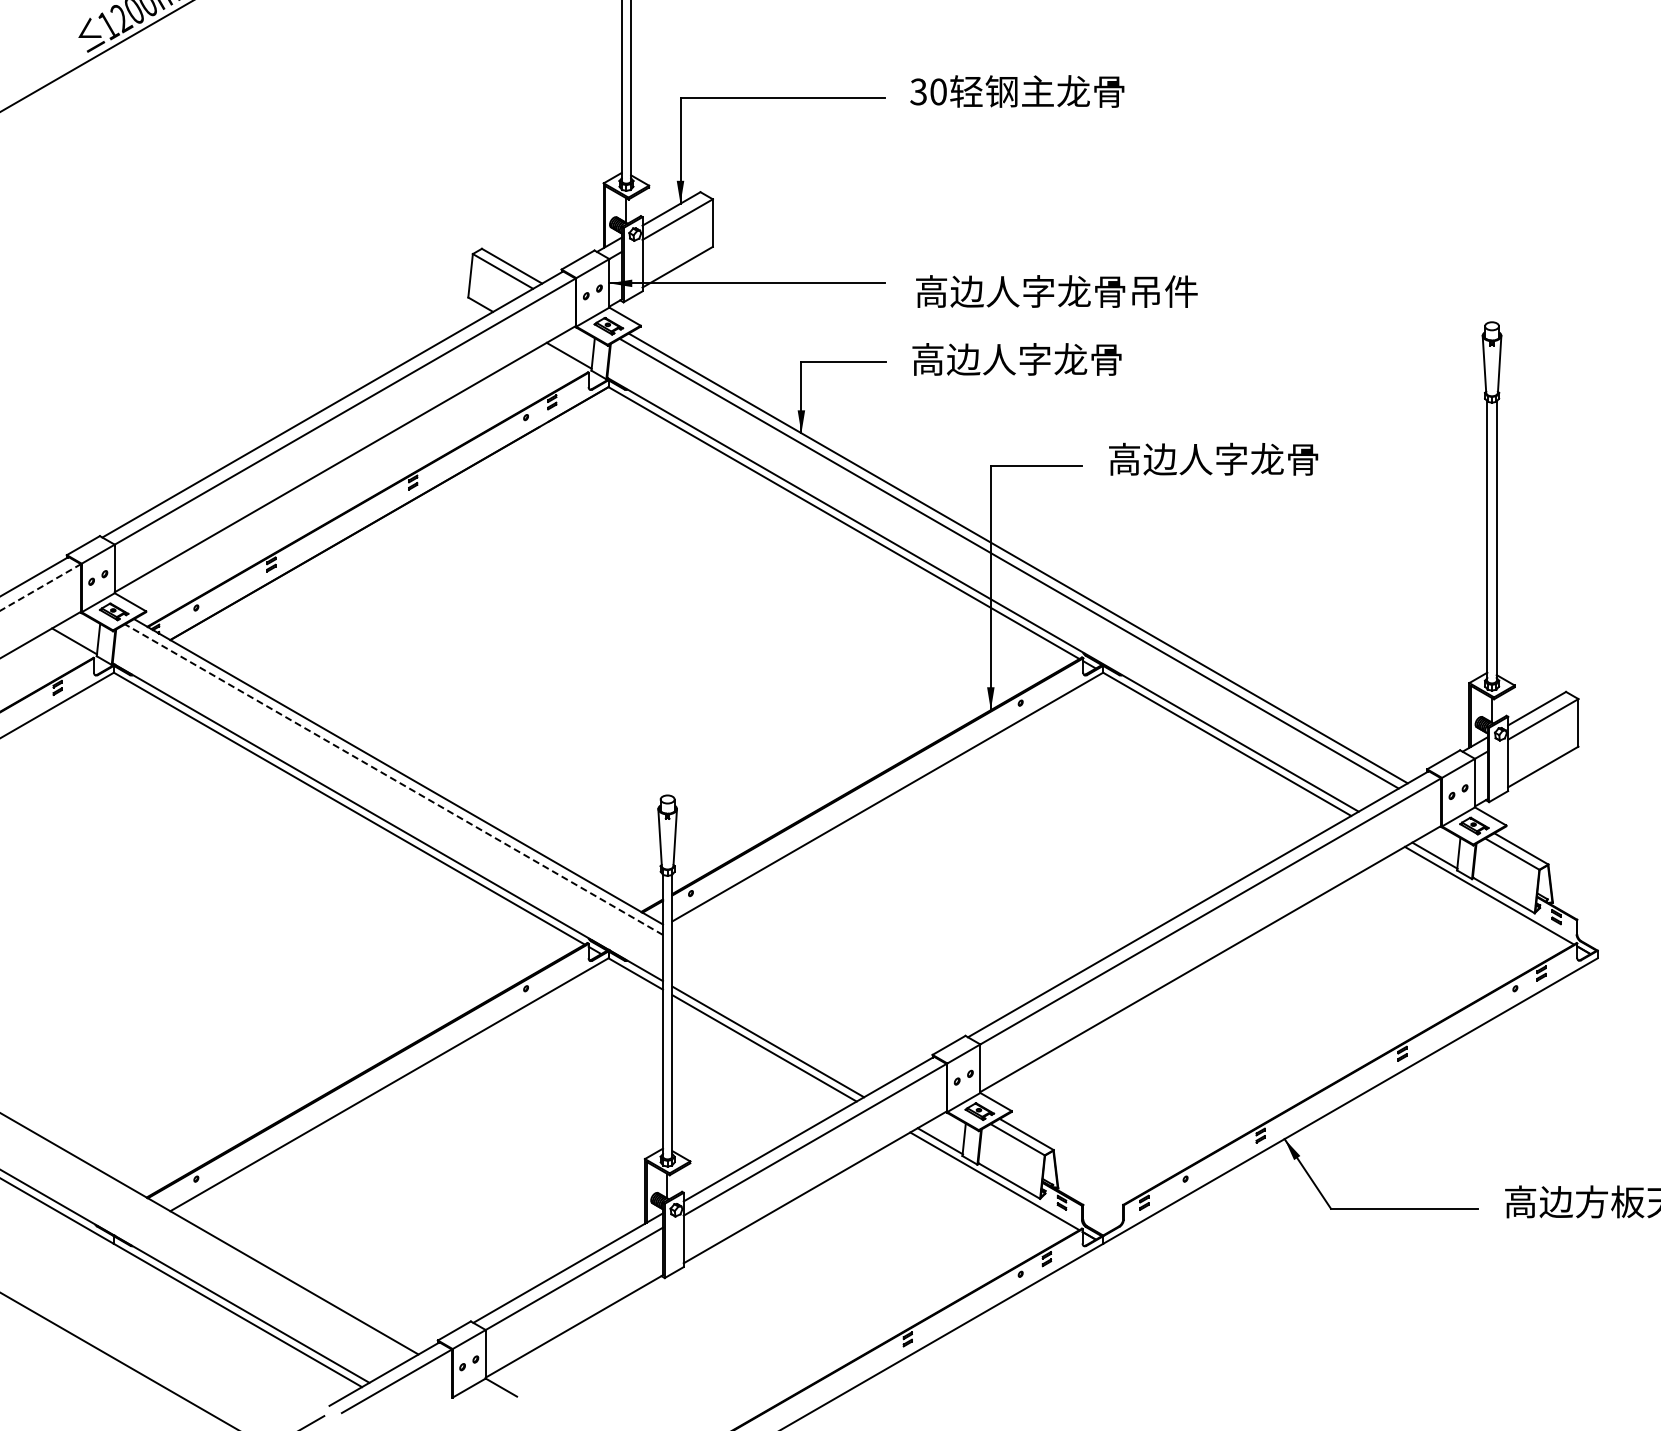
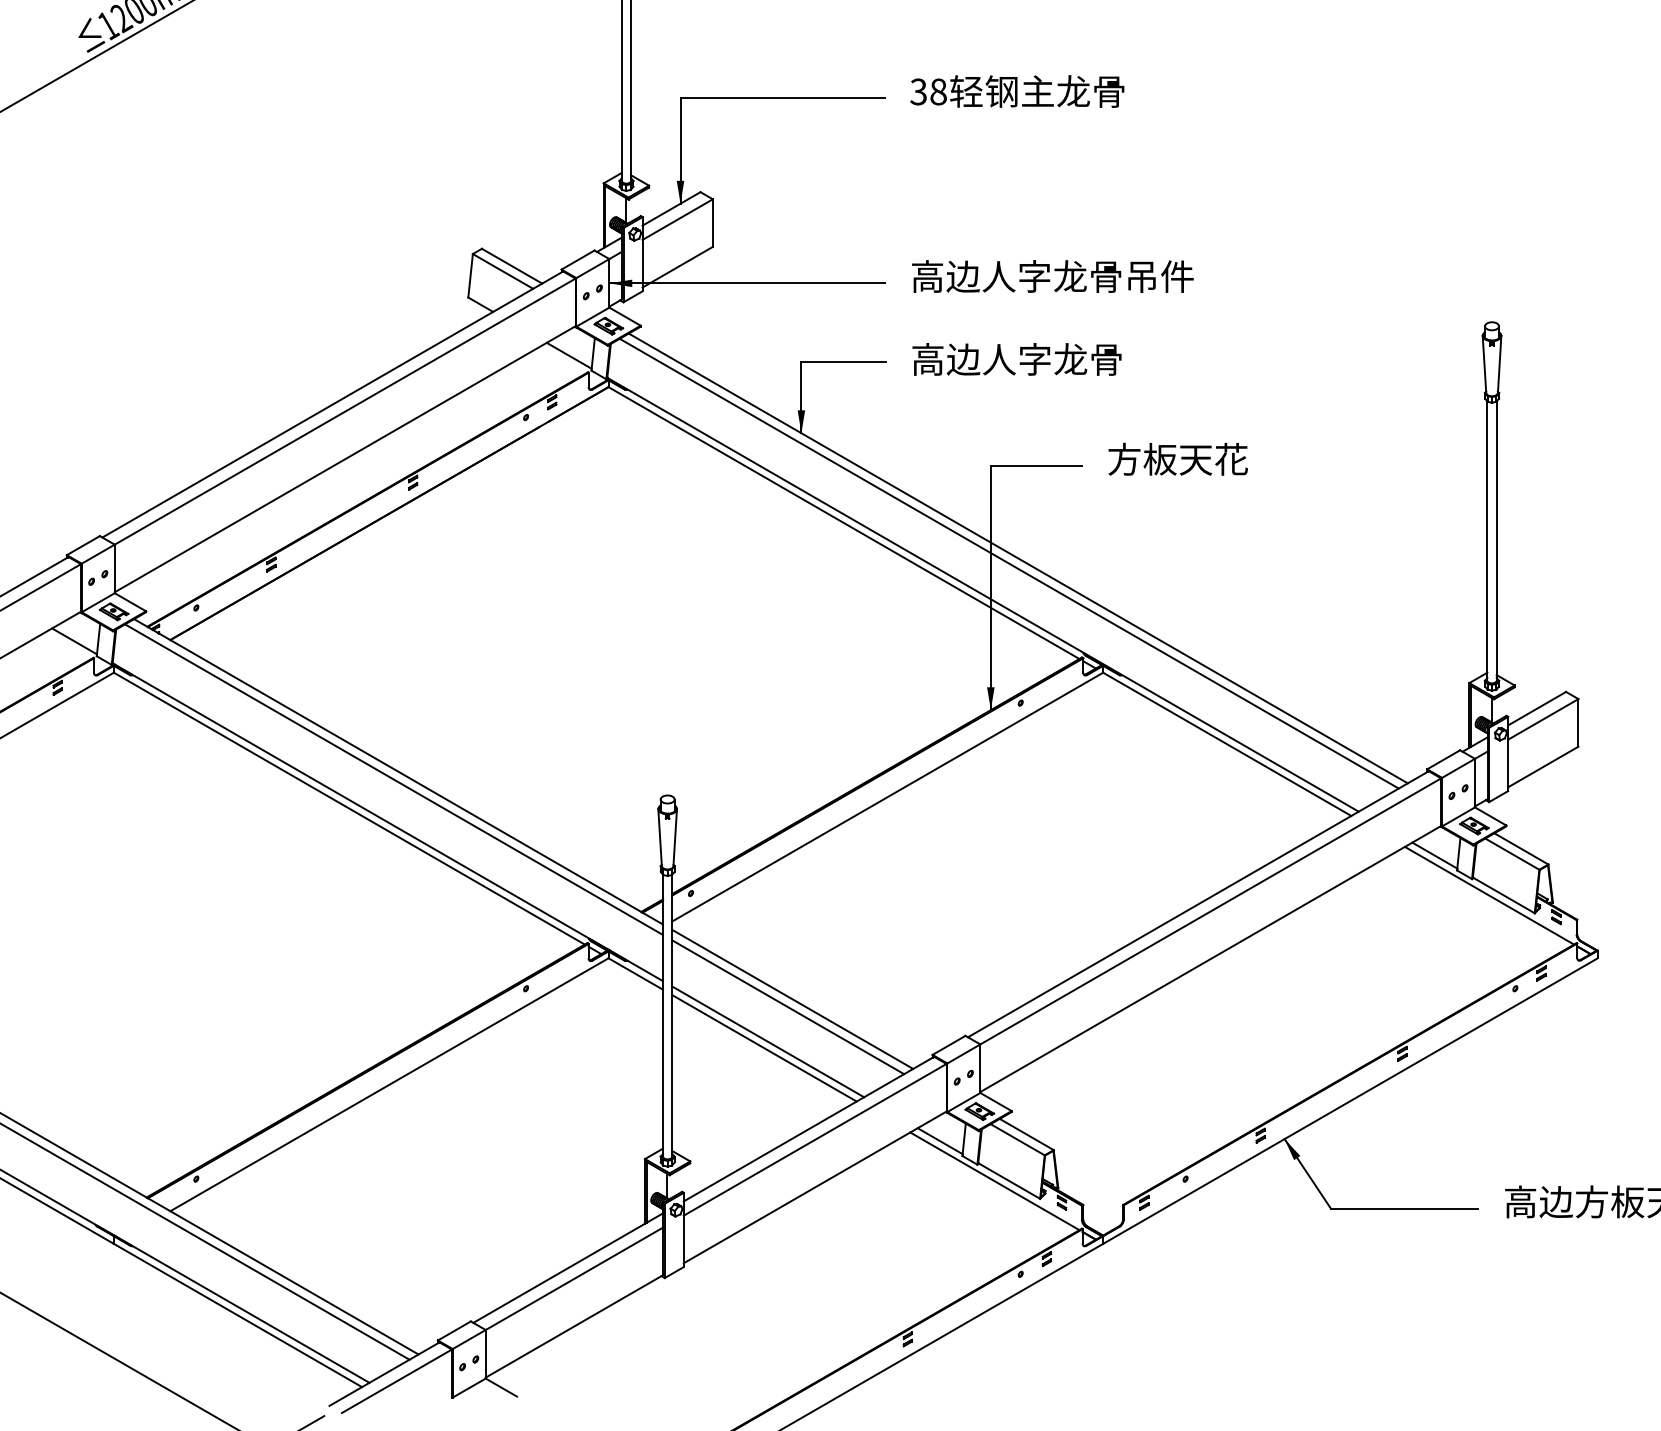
text at (938, 91): 30 -> 38
text at (1056, 291) position: (1056, 291) -> (1052, 276)
text at (1213, 458): 高边人字龙骨 -> 方板天花
line at (41, 587): dashed -> solid
line at (394, 779): dashed -> solid
line at (792, 998): none -> present
line at (788, 1007): none -> present
line at (205, 1241): none -> present
